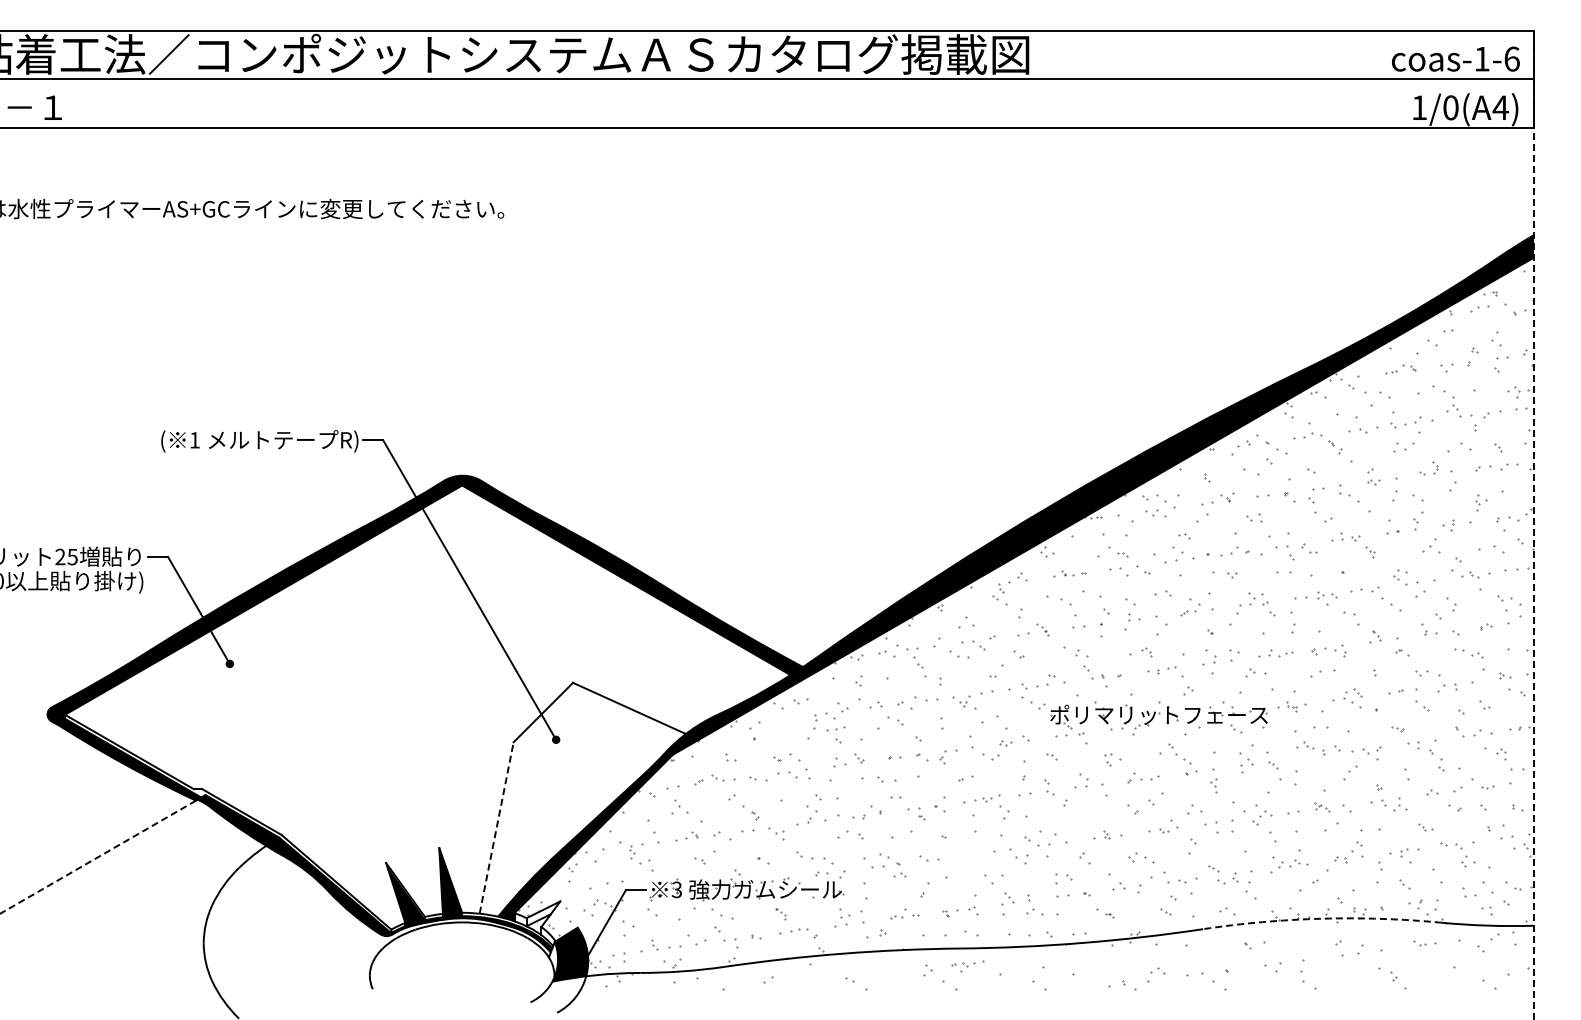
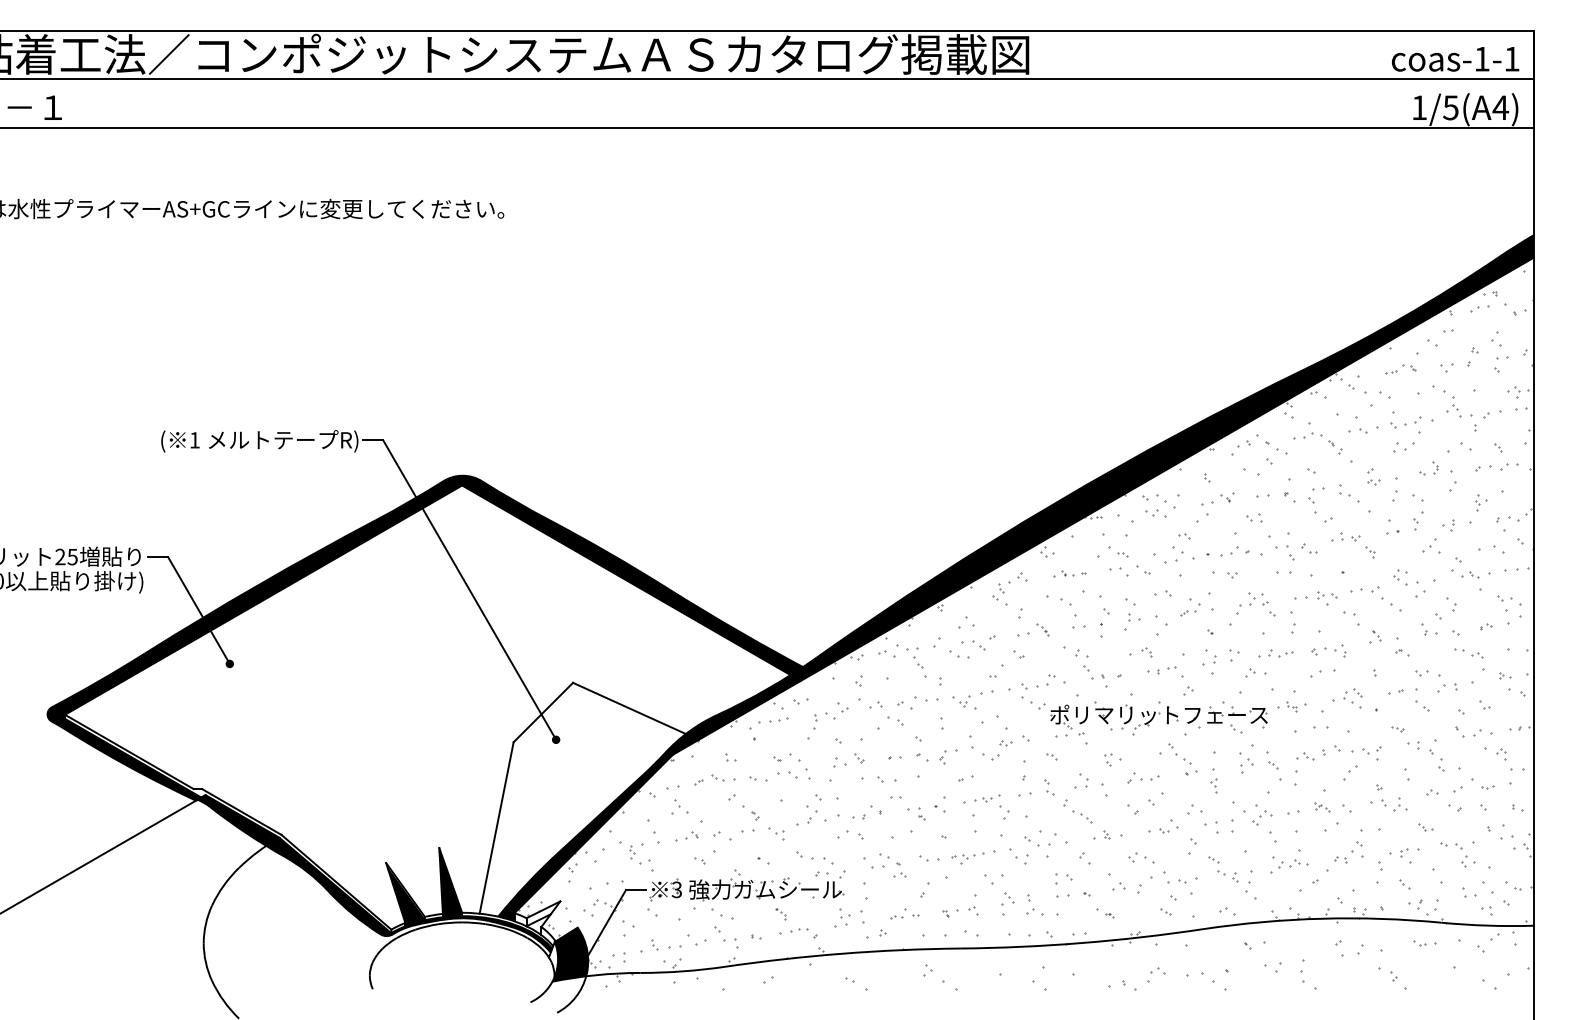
text at (1511, 58): coas-1-6 -> coas-1-1
text at (1450, 107): 1/0(A4) -> 1/5(A4)
line at (1533, 524): dashed -> solid
part at (835, 728) position: (835, 728) -> (778, 719)
part at (1305, 745) position: (1305, 745) -> (1305, 756)
part at (1082, 816): none -> present
line at (496, 827): dashed -> solid
line at (102, 854): dashed -> solid
part at (1216, 874) position: (1216, 874) -> (1216, 865)
arc at (1322, 918): dashed -> solid
part at (967, 966) position: (967, 966) -> (967, 858)
